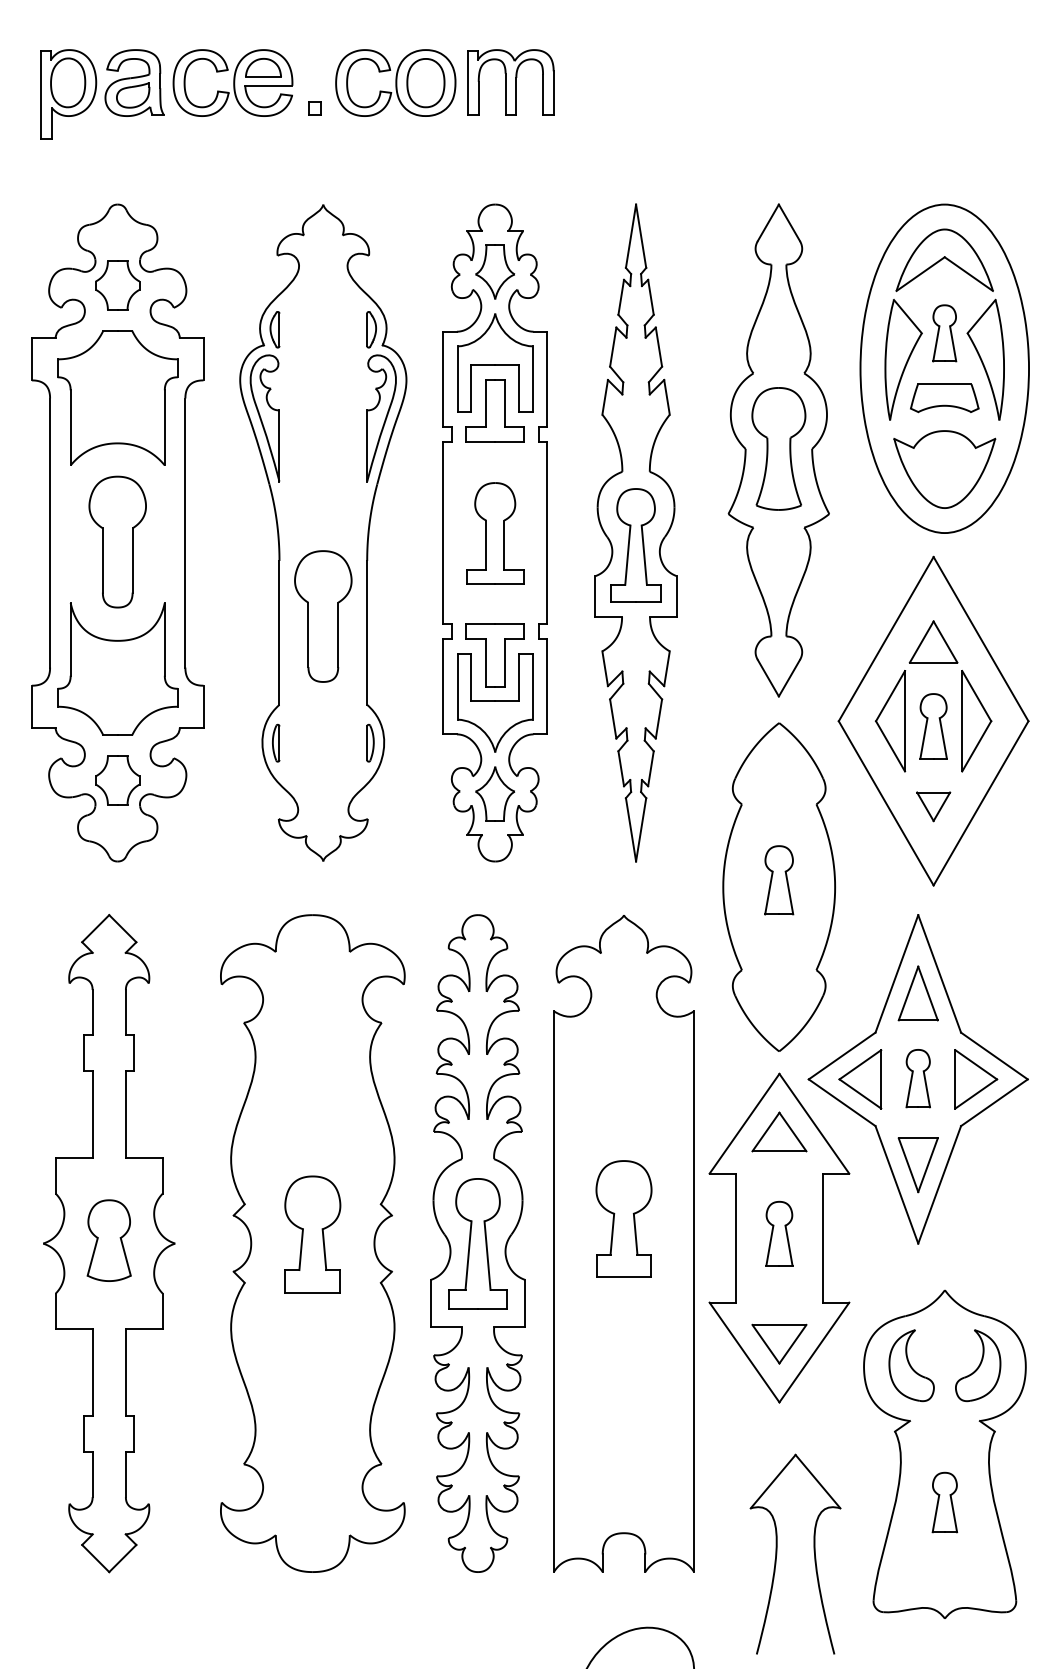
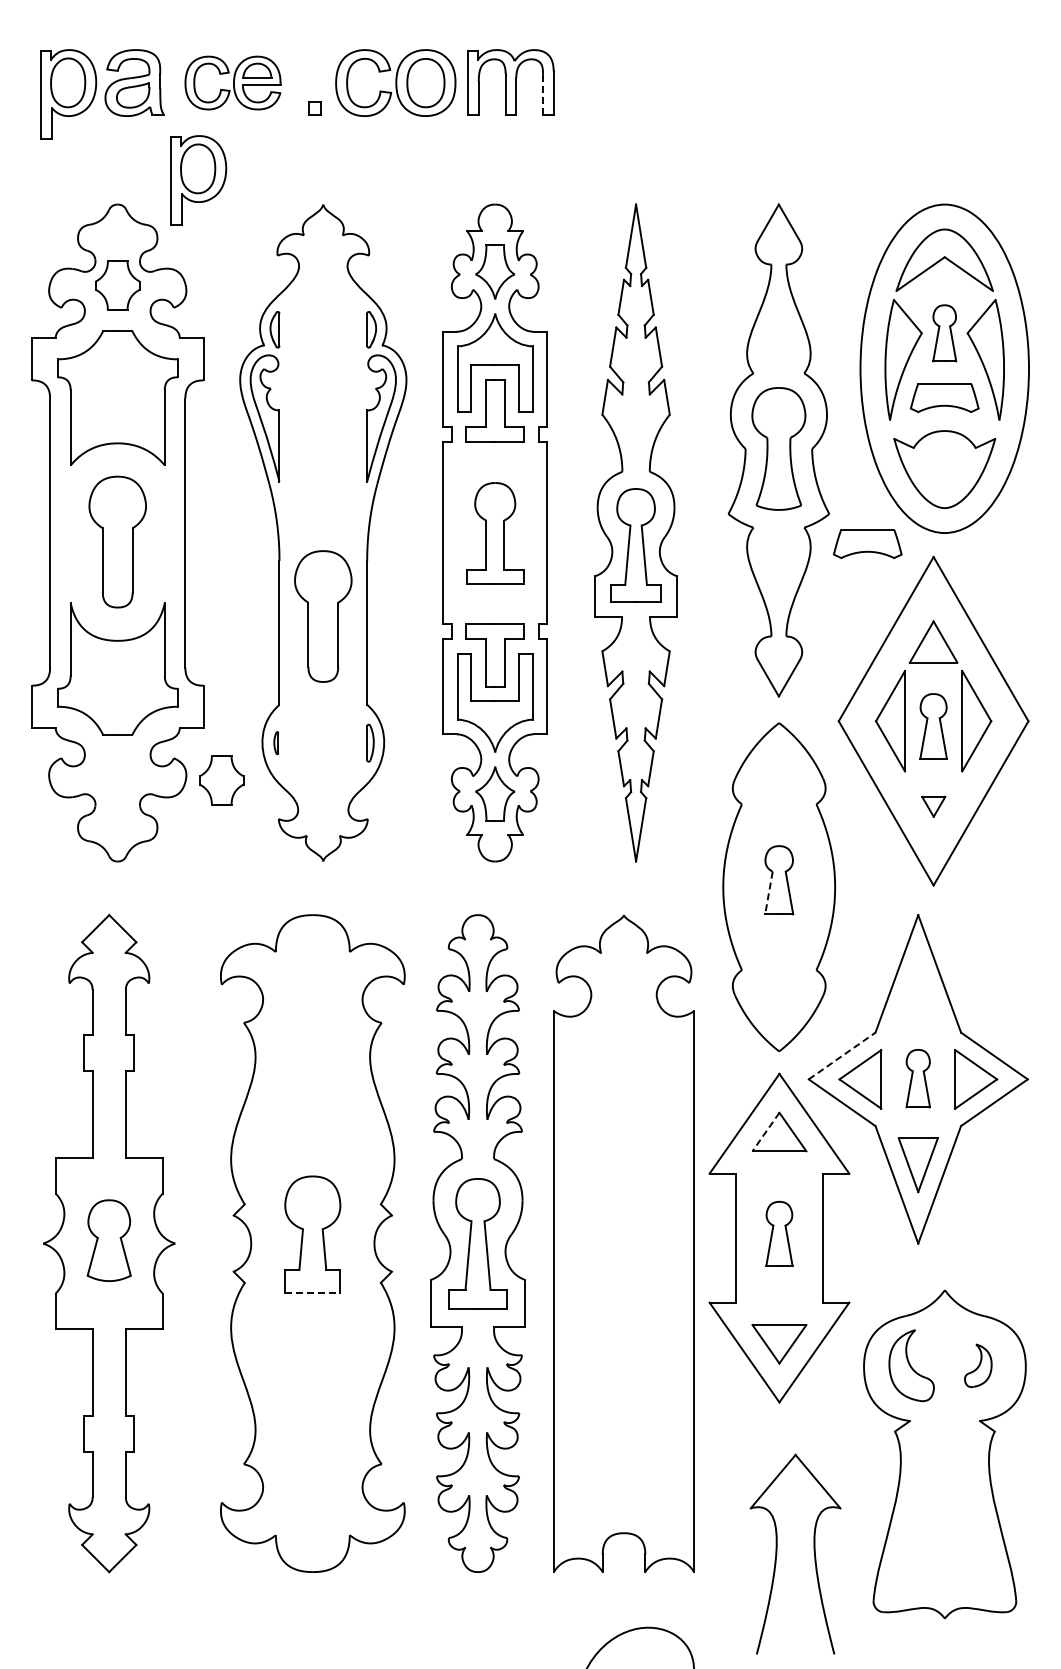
part at (232, 82) size: 122x68 px -> 98x56 px
line at (543, 94): solid -> dashed
part at (198, 180): none -> present
part at (867, 544): none -> present
part at (276, 742) size: 9x40 px -> 7x25 px
part at (117, 780) position: (117, 780) -> (221, 780)
part at (933, 806) size: 36x32 px -> 26x23 px
line at (768, 893): solid -> dashed
part at (917, 993): present -> none
line at (842, 1056): solid -> dashed
line at (765, 1132): solid -> dashed
part at (623, 1218): present -> none
line at (313, 1292): solid -> dashed
part at (978, 1365) size: 47x74 px -> 29x45 px
part at (944, 1502): present -> none
